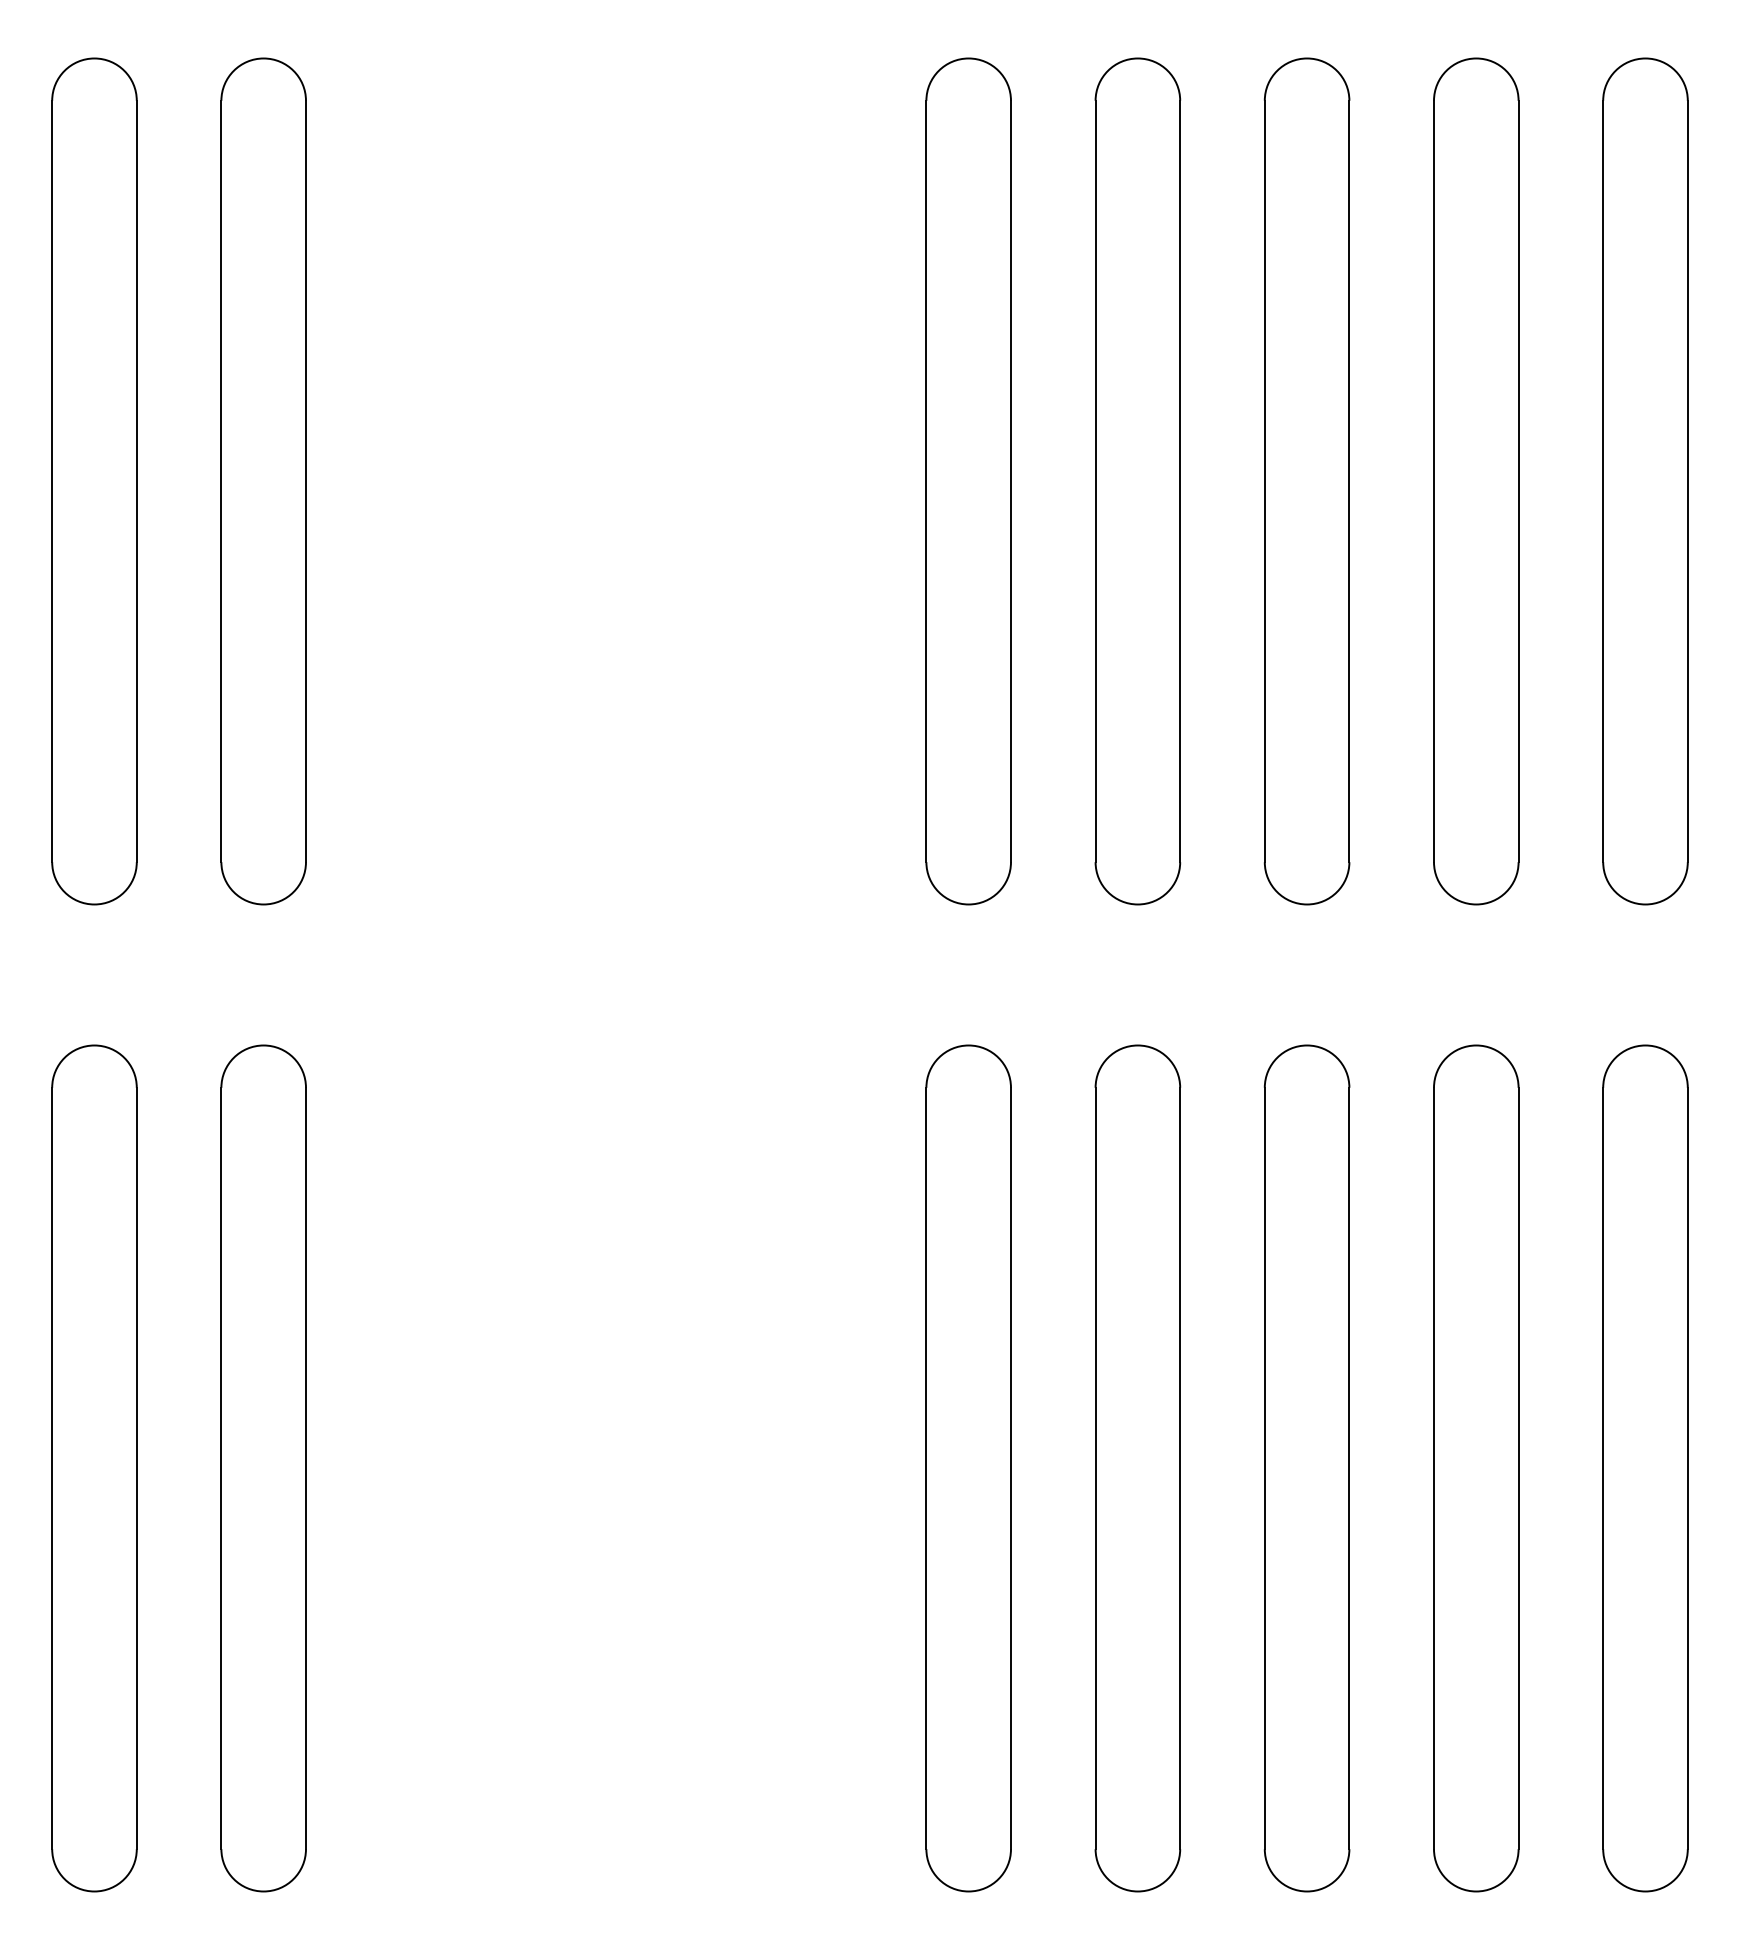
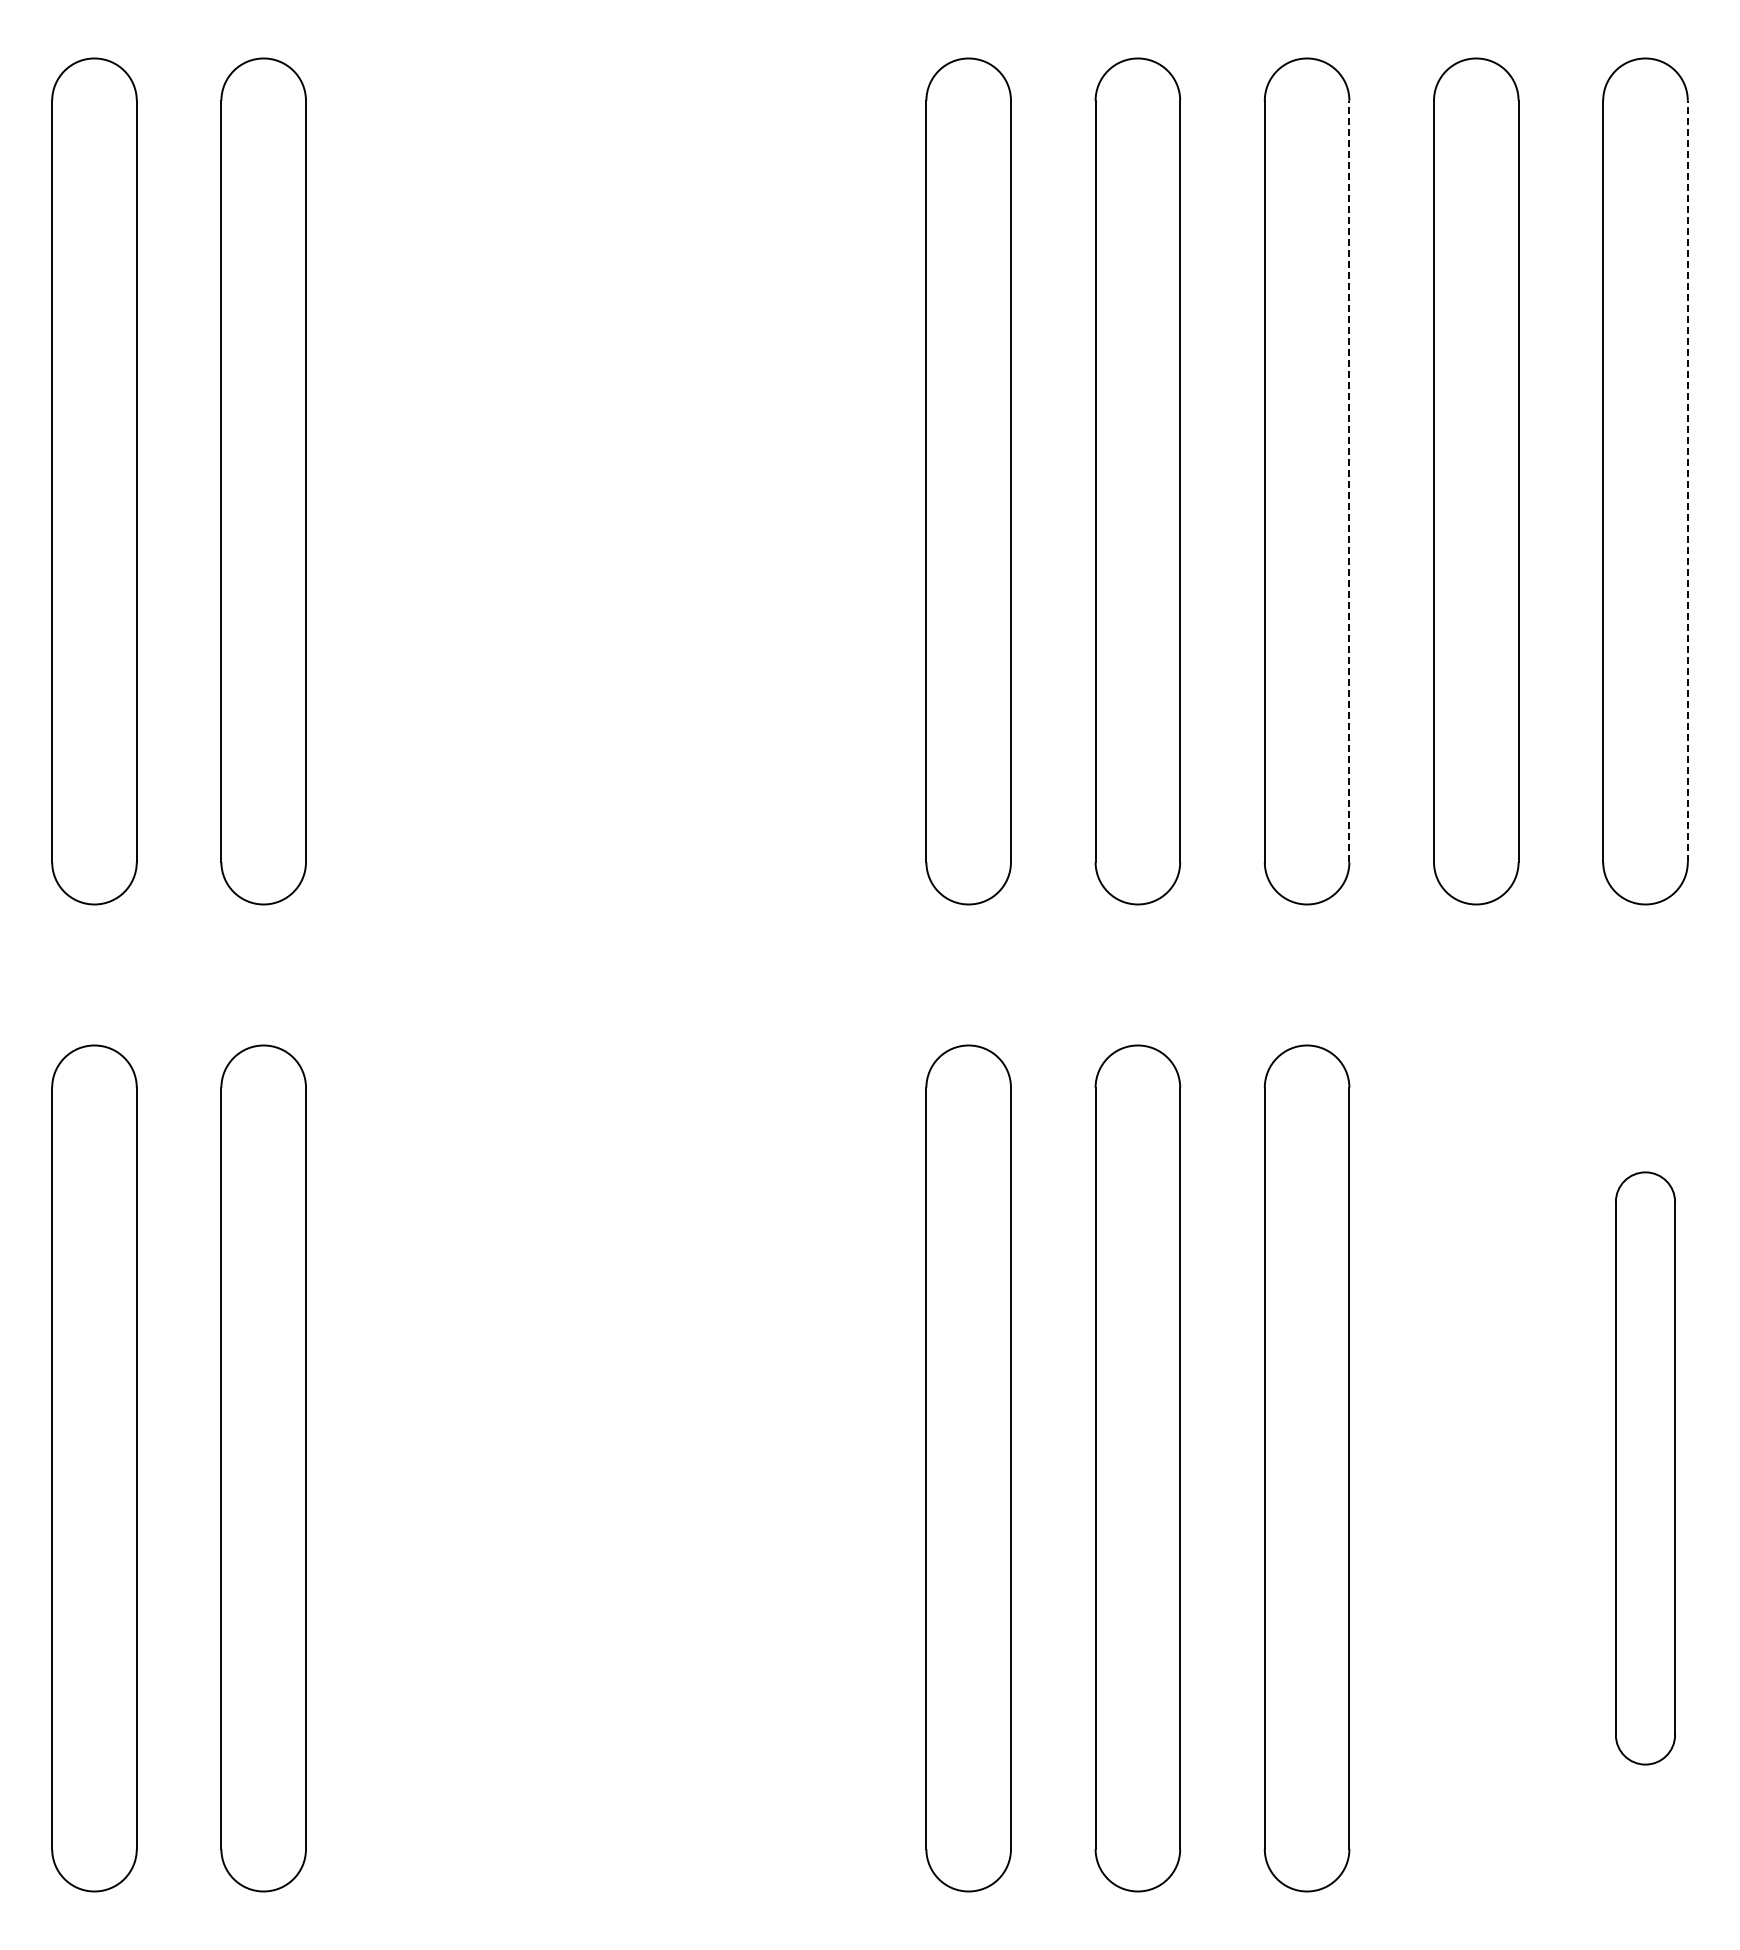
line at (1349, 481): solid -> dashed
line at (1687, 481): solid -> dashed
part at (1476, 1468): present -> none
part at (1645, 1468) size: 87x849 px -> 61x595 px
